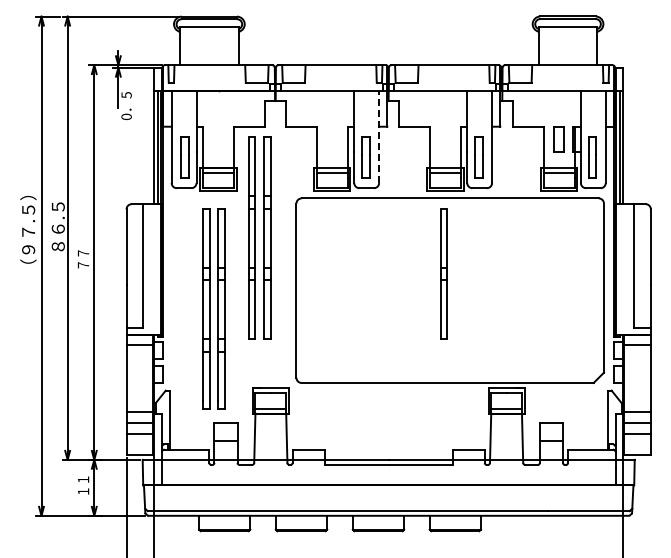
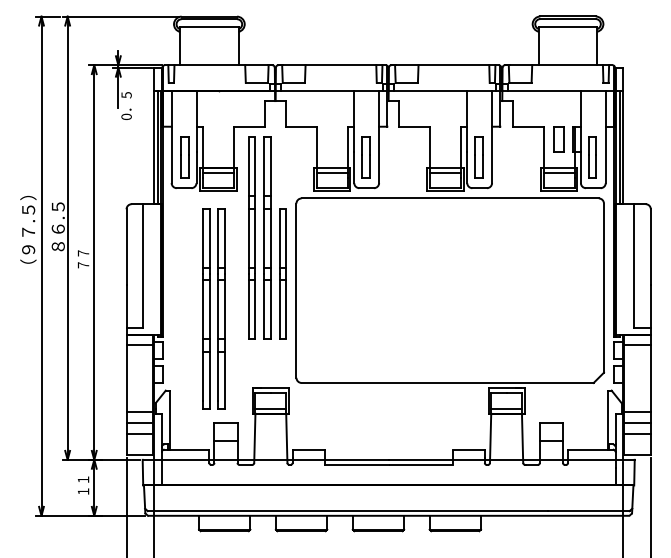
line at (379, 136): dashed -> solid
part at (443, 273) position: (443, 273) -> (282, 273)
line at (650, 505): none -> present
